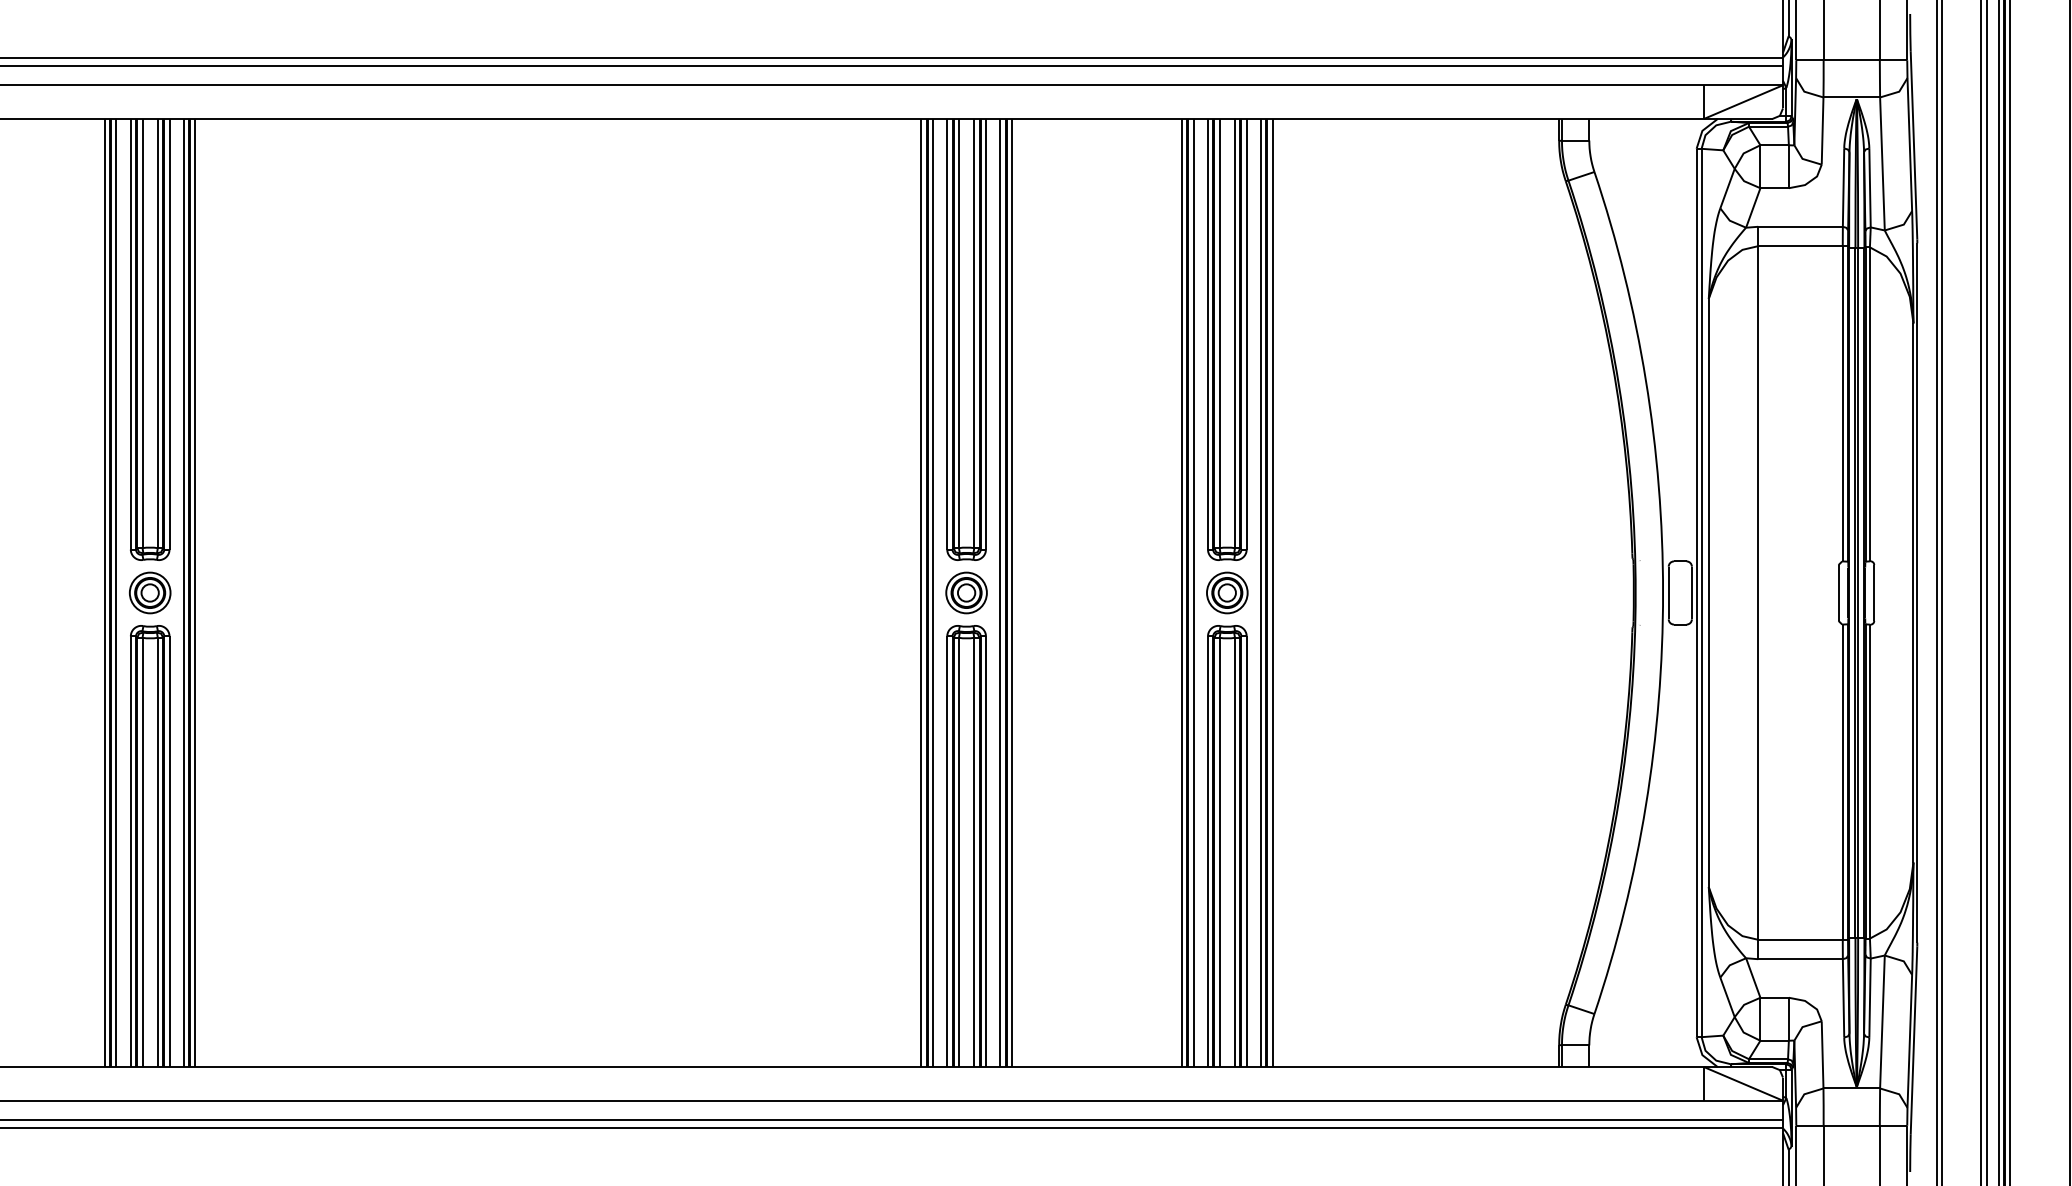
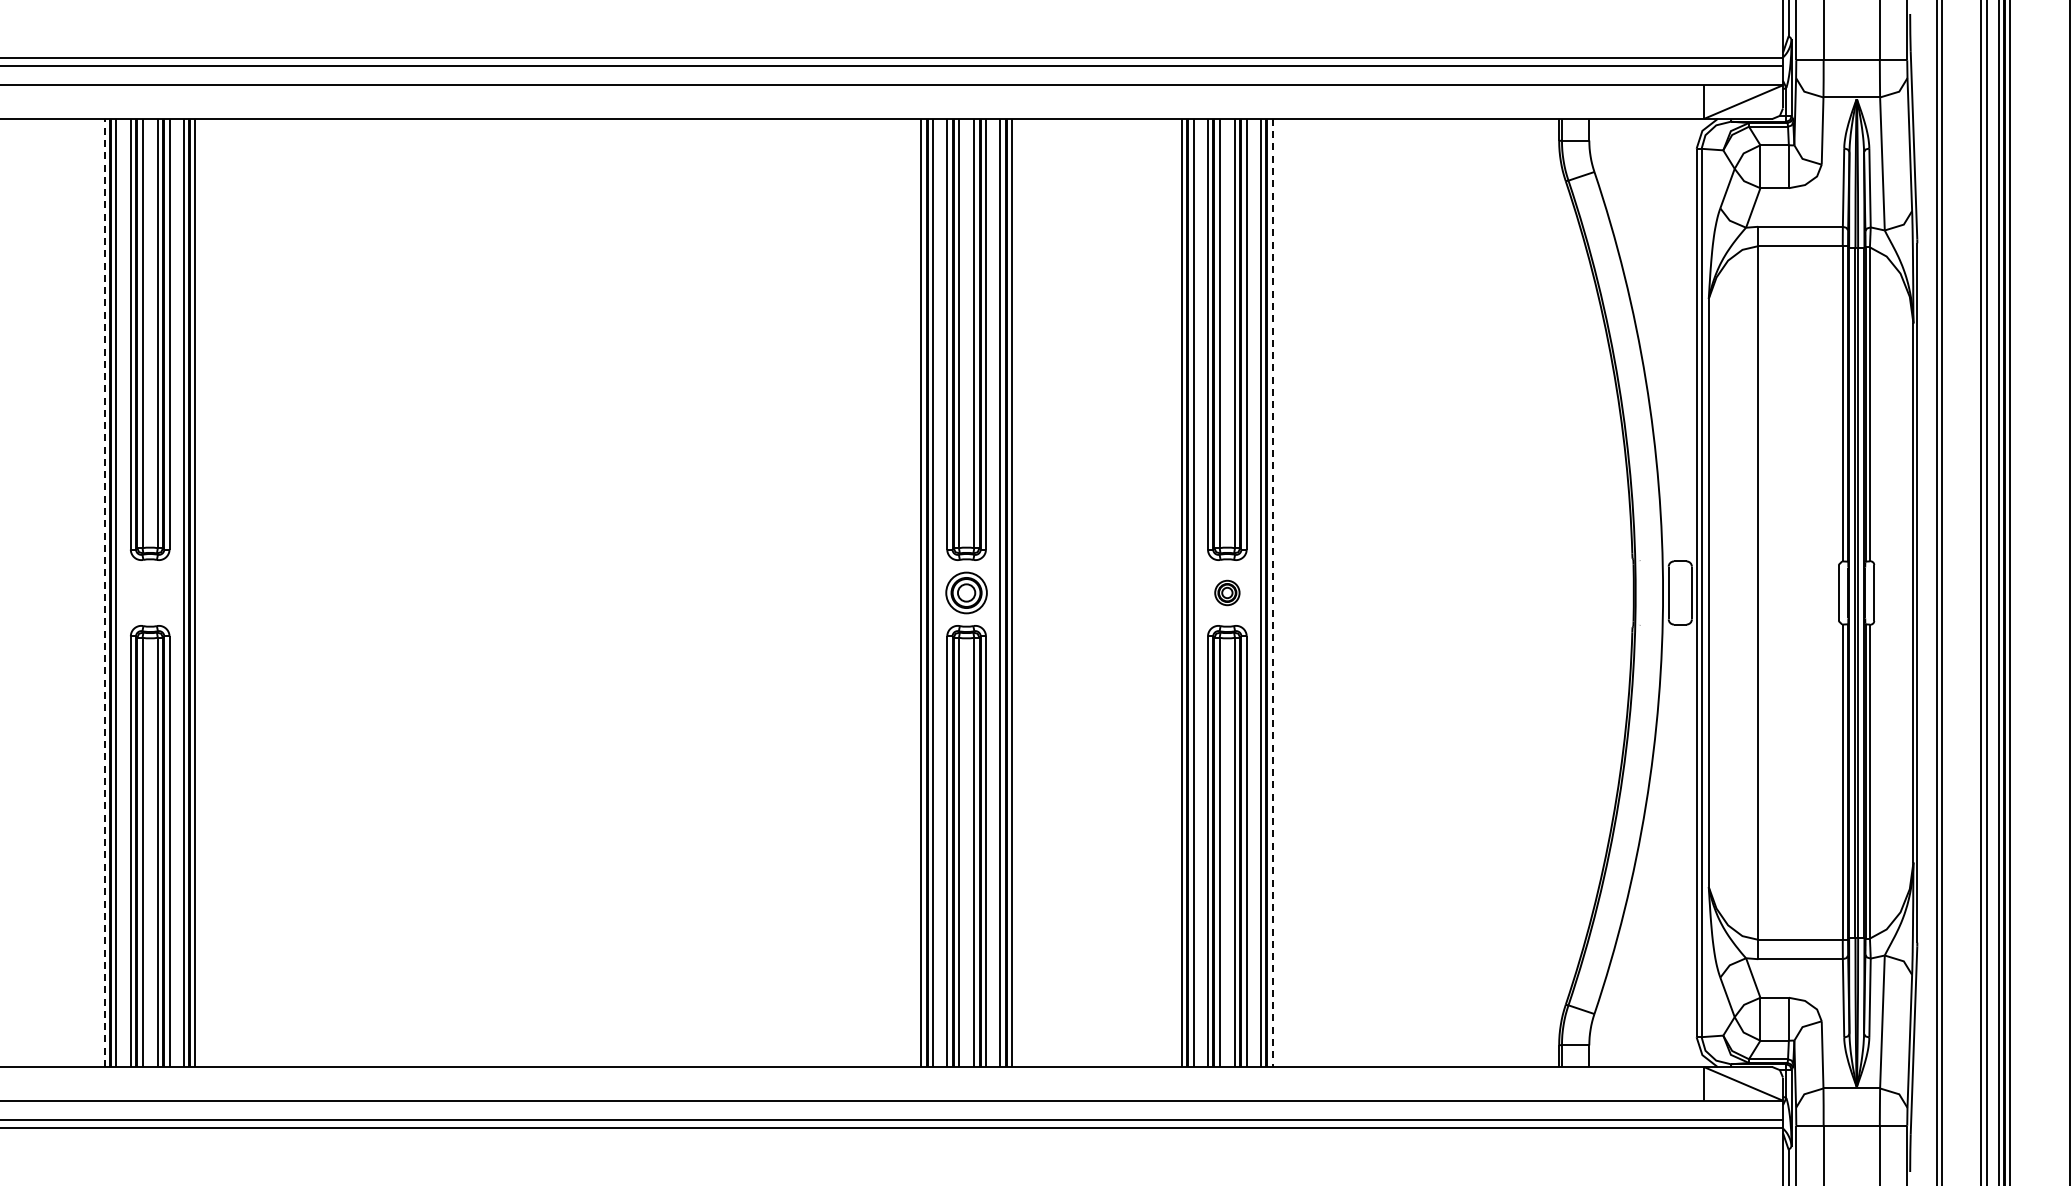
line at (104, 592): solid -> dashed
part at (150, 592): present -> none
part at (1227, 592) size: 43x44 px -> 27x28 px
line at (1272, 593): solid -> dashed
